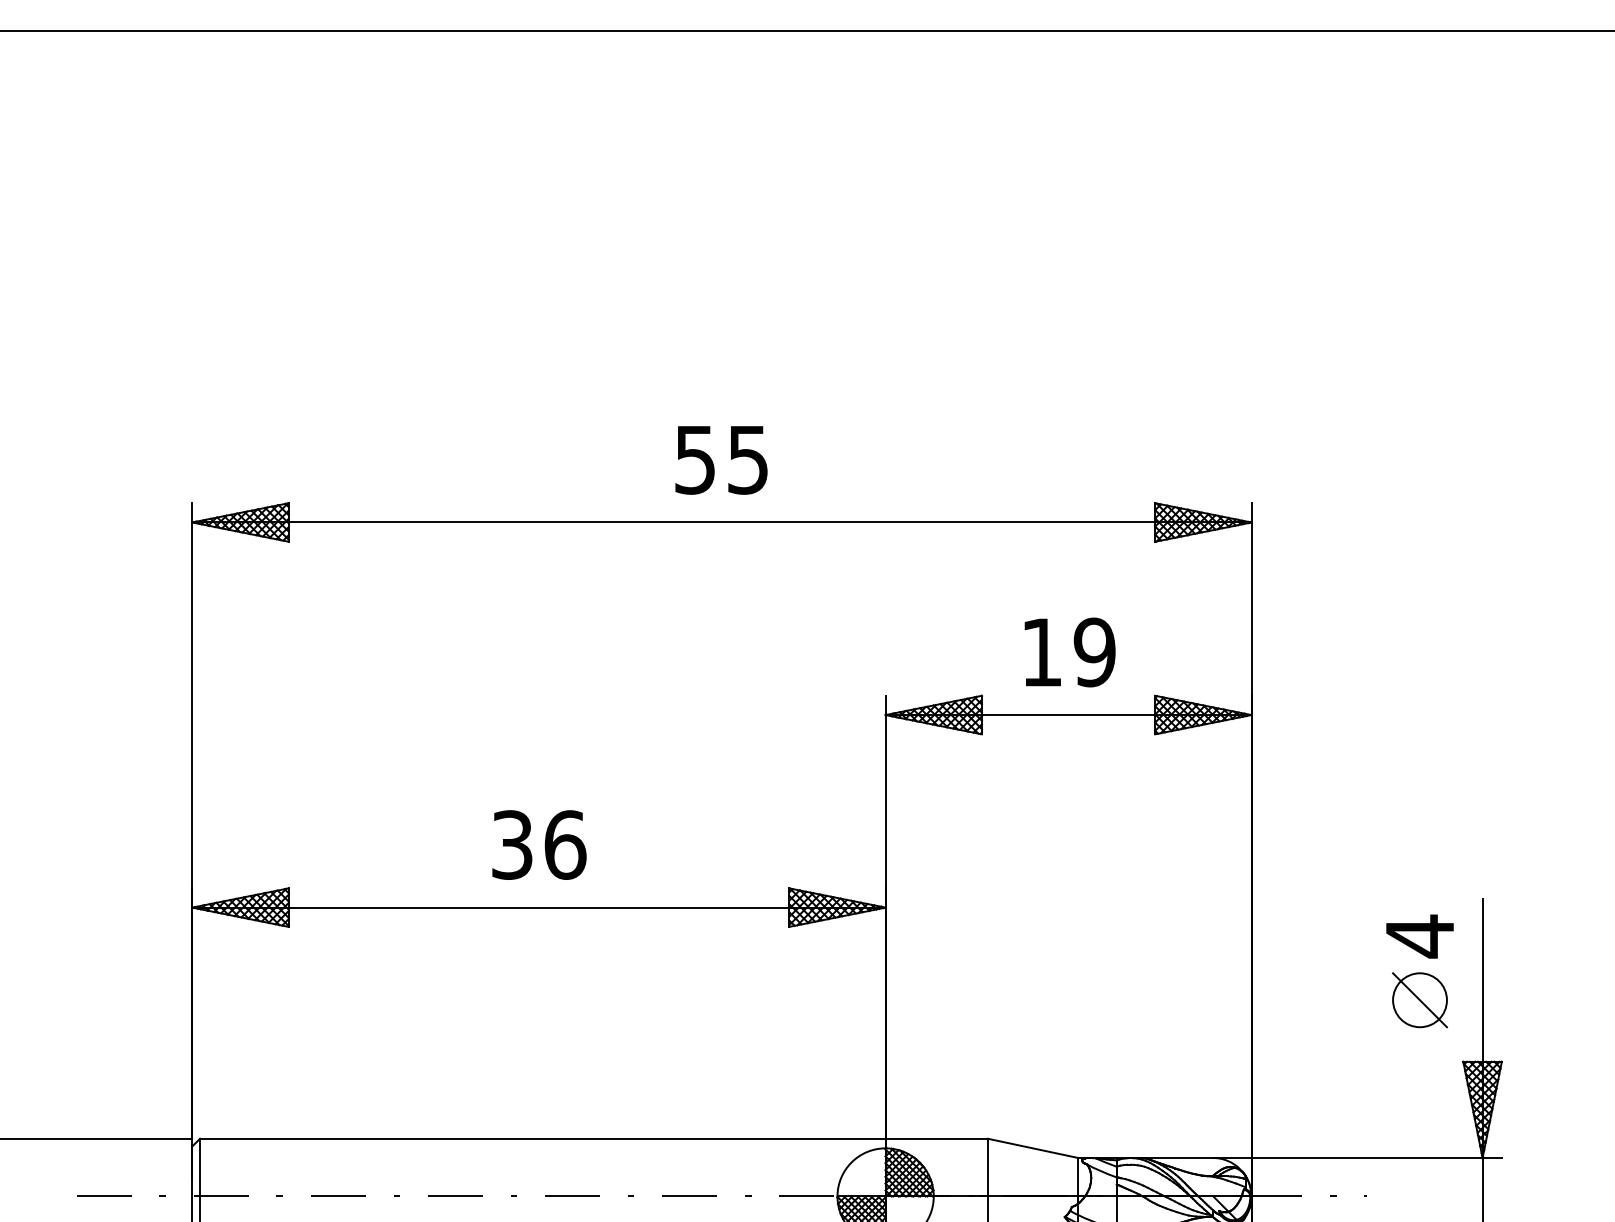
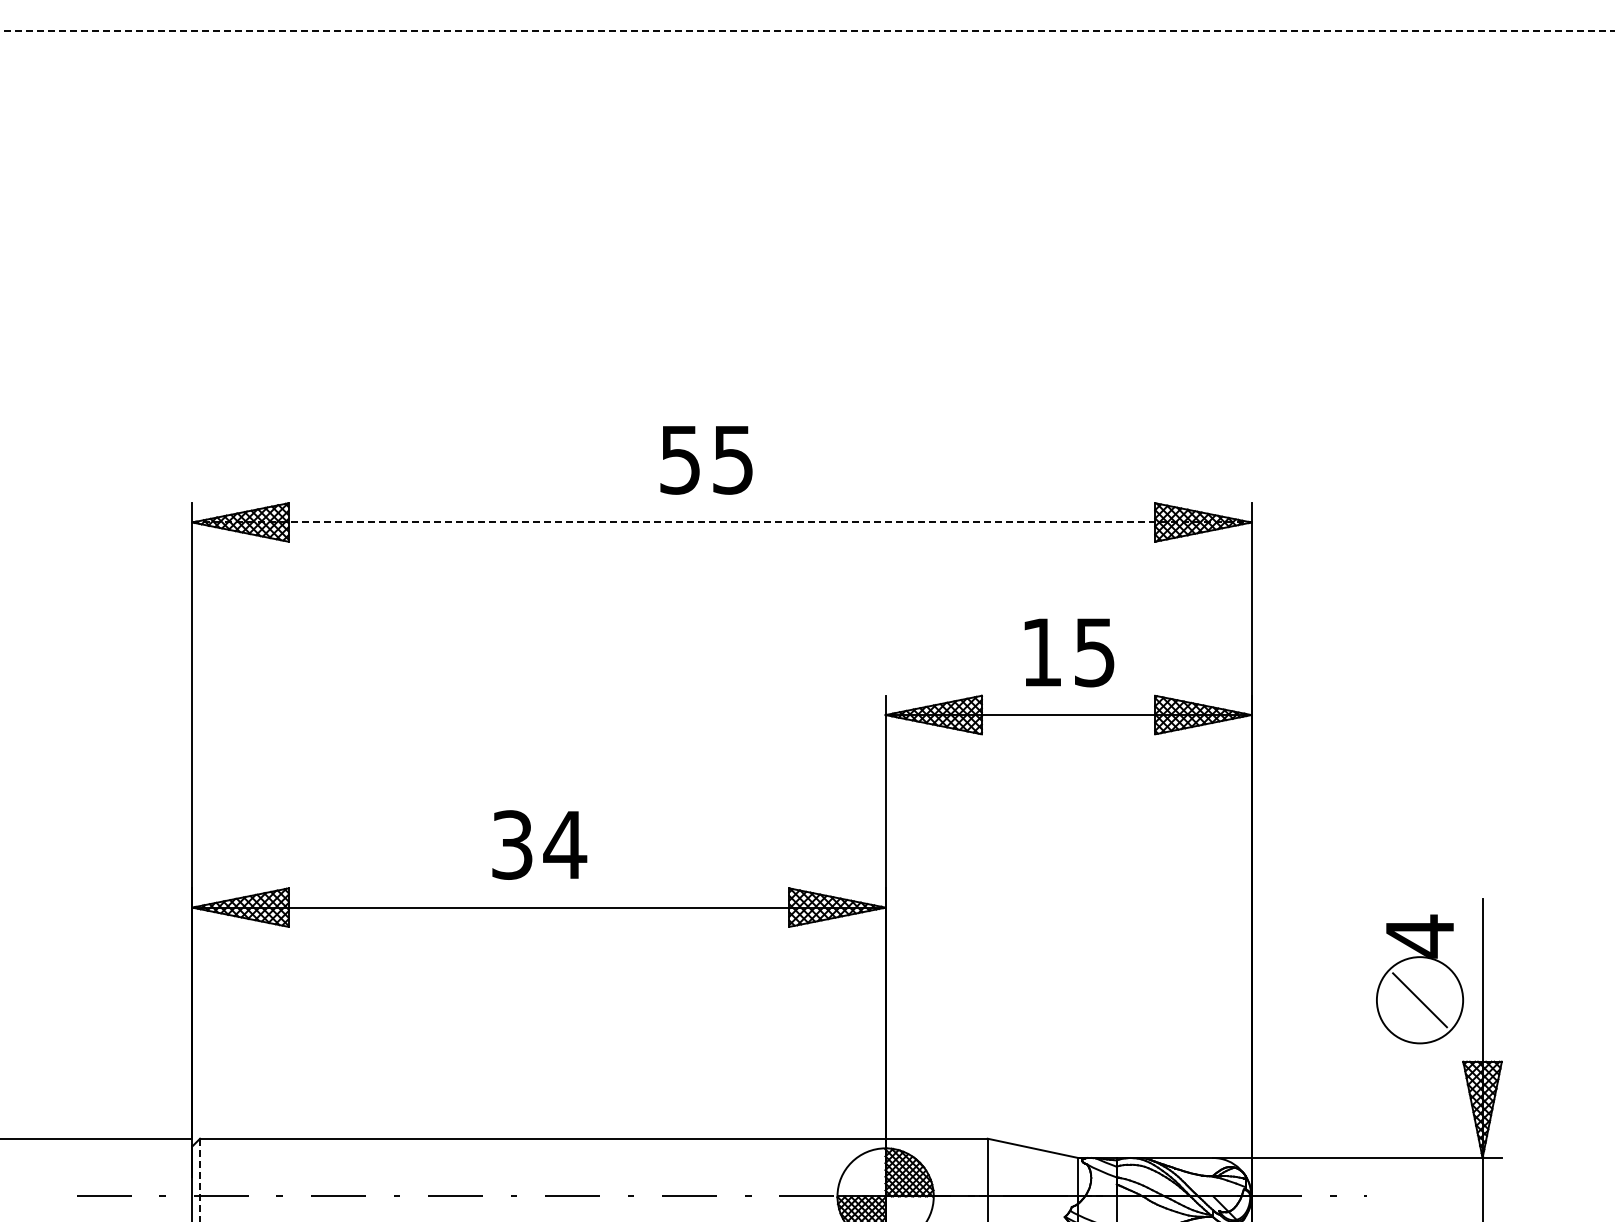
line at (807, 31): solid -> dashed
text at (721, 460) position: (721, 460) -> (706, 460)
line at (721, 522): solid -> dashed
text at (1094, 652): 19 -> 15
text at (565, 844): 36 -> 34
circle at (1419, 1000) diameter: 54 px -> 86 px
line at (200, 1180): solid -> dashed
